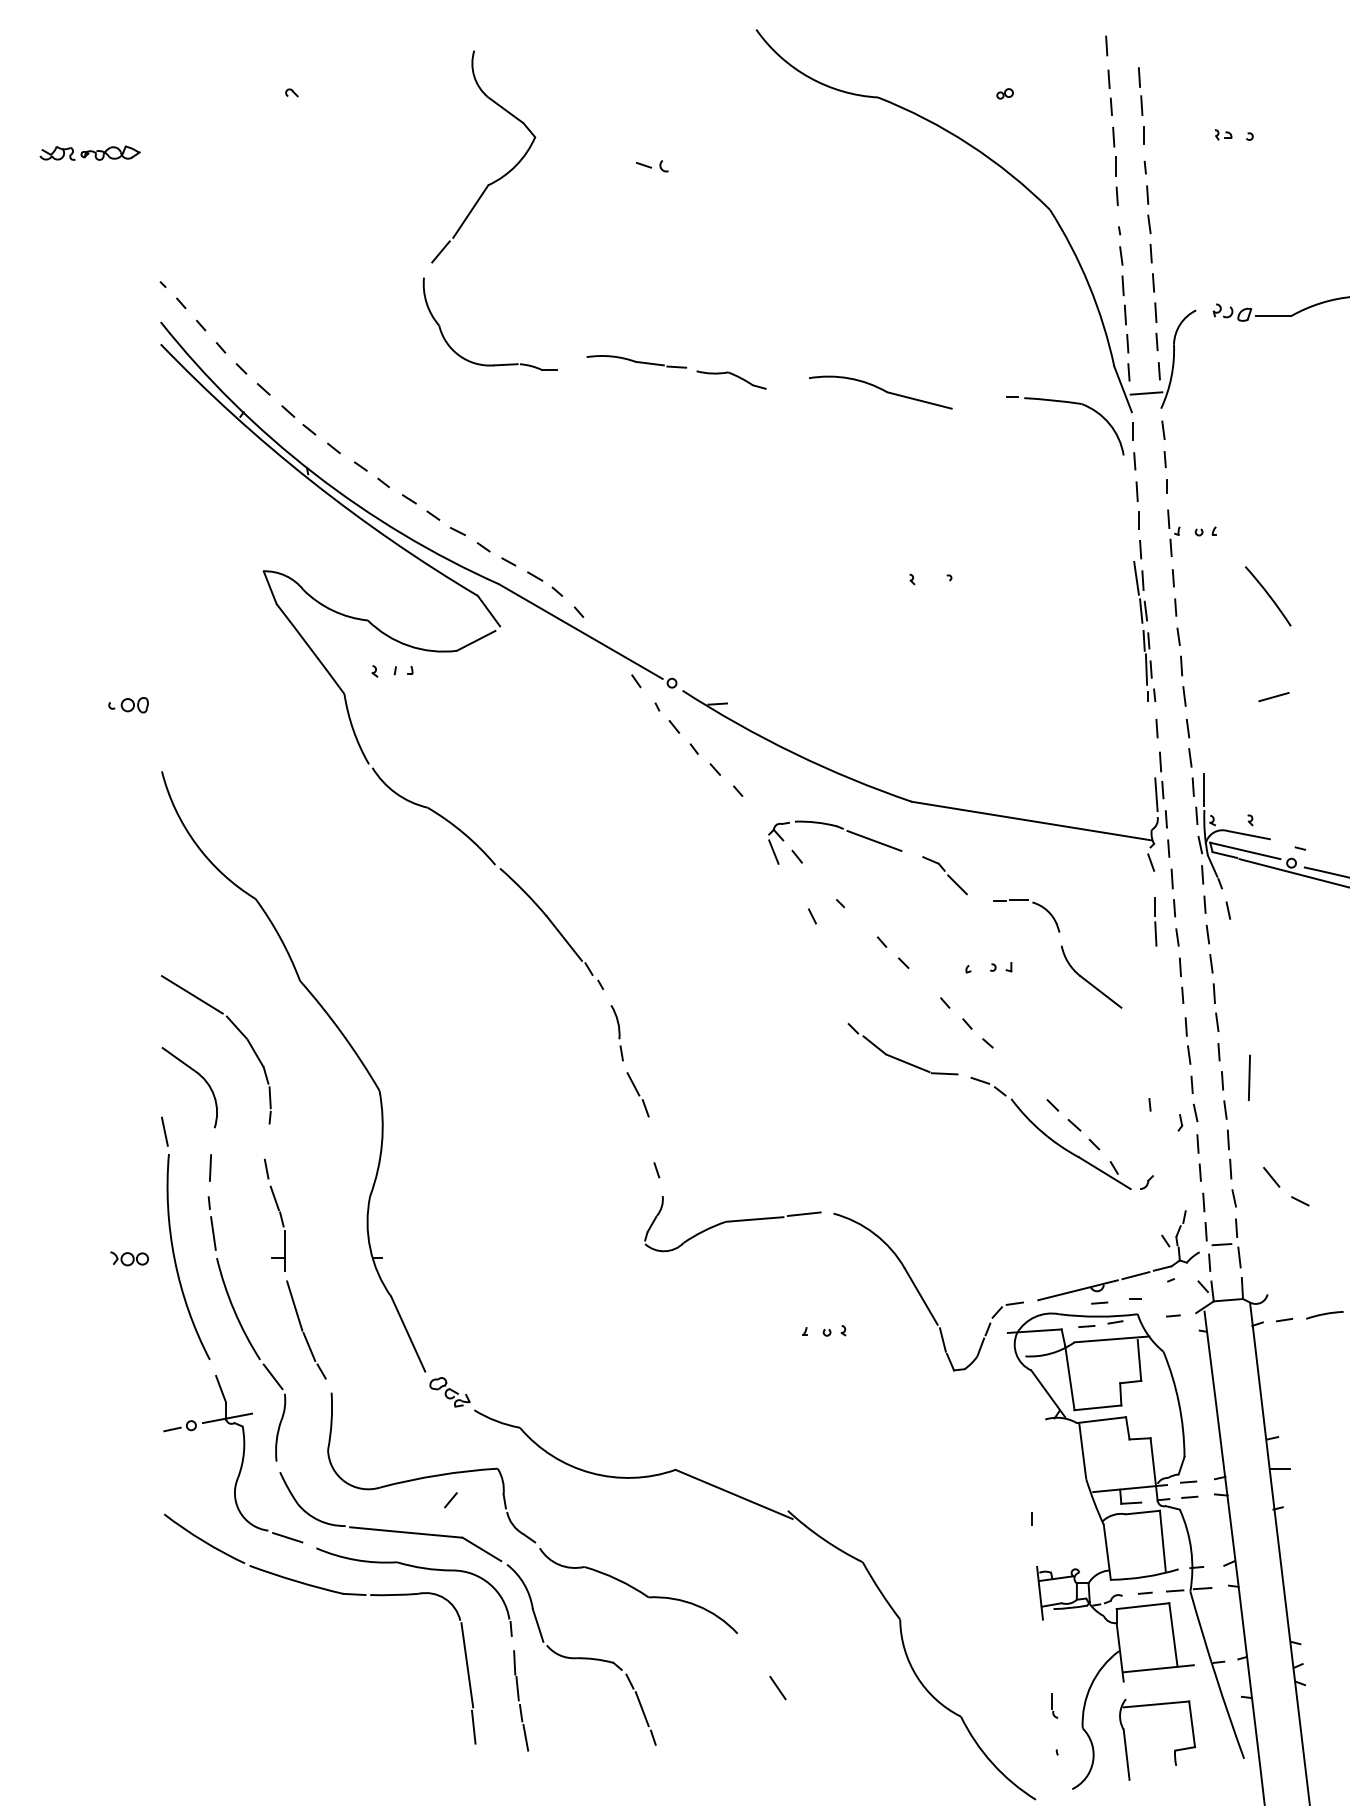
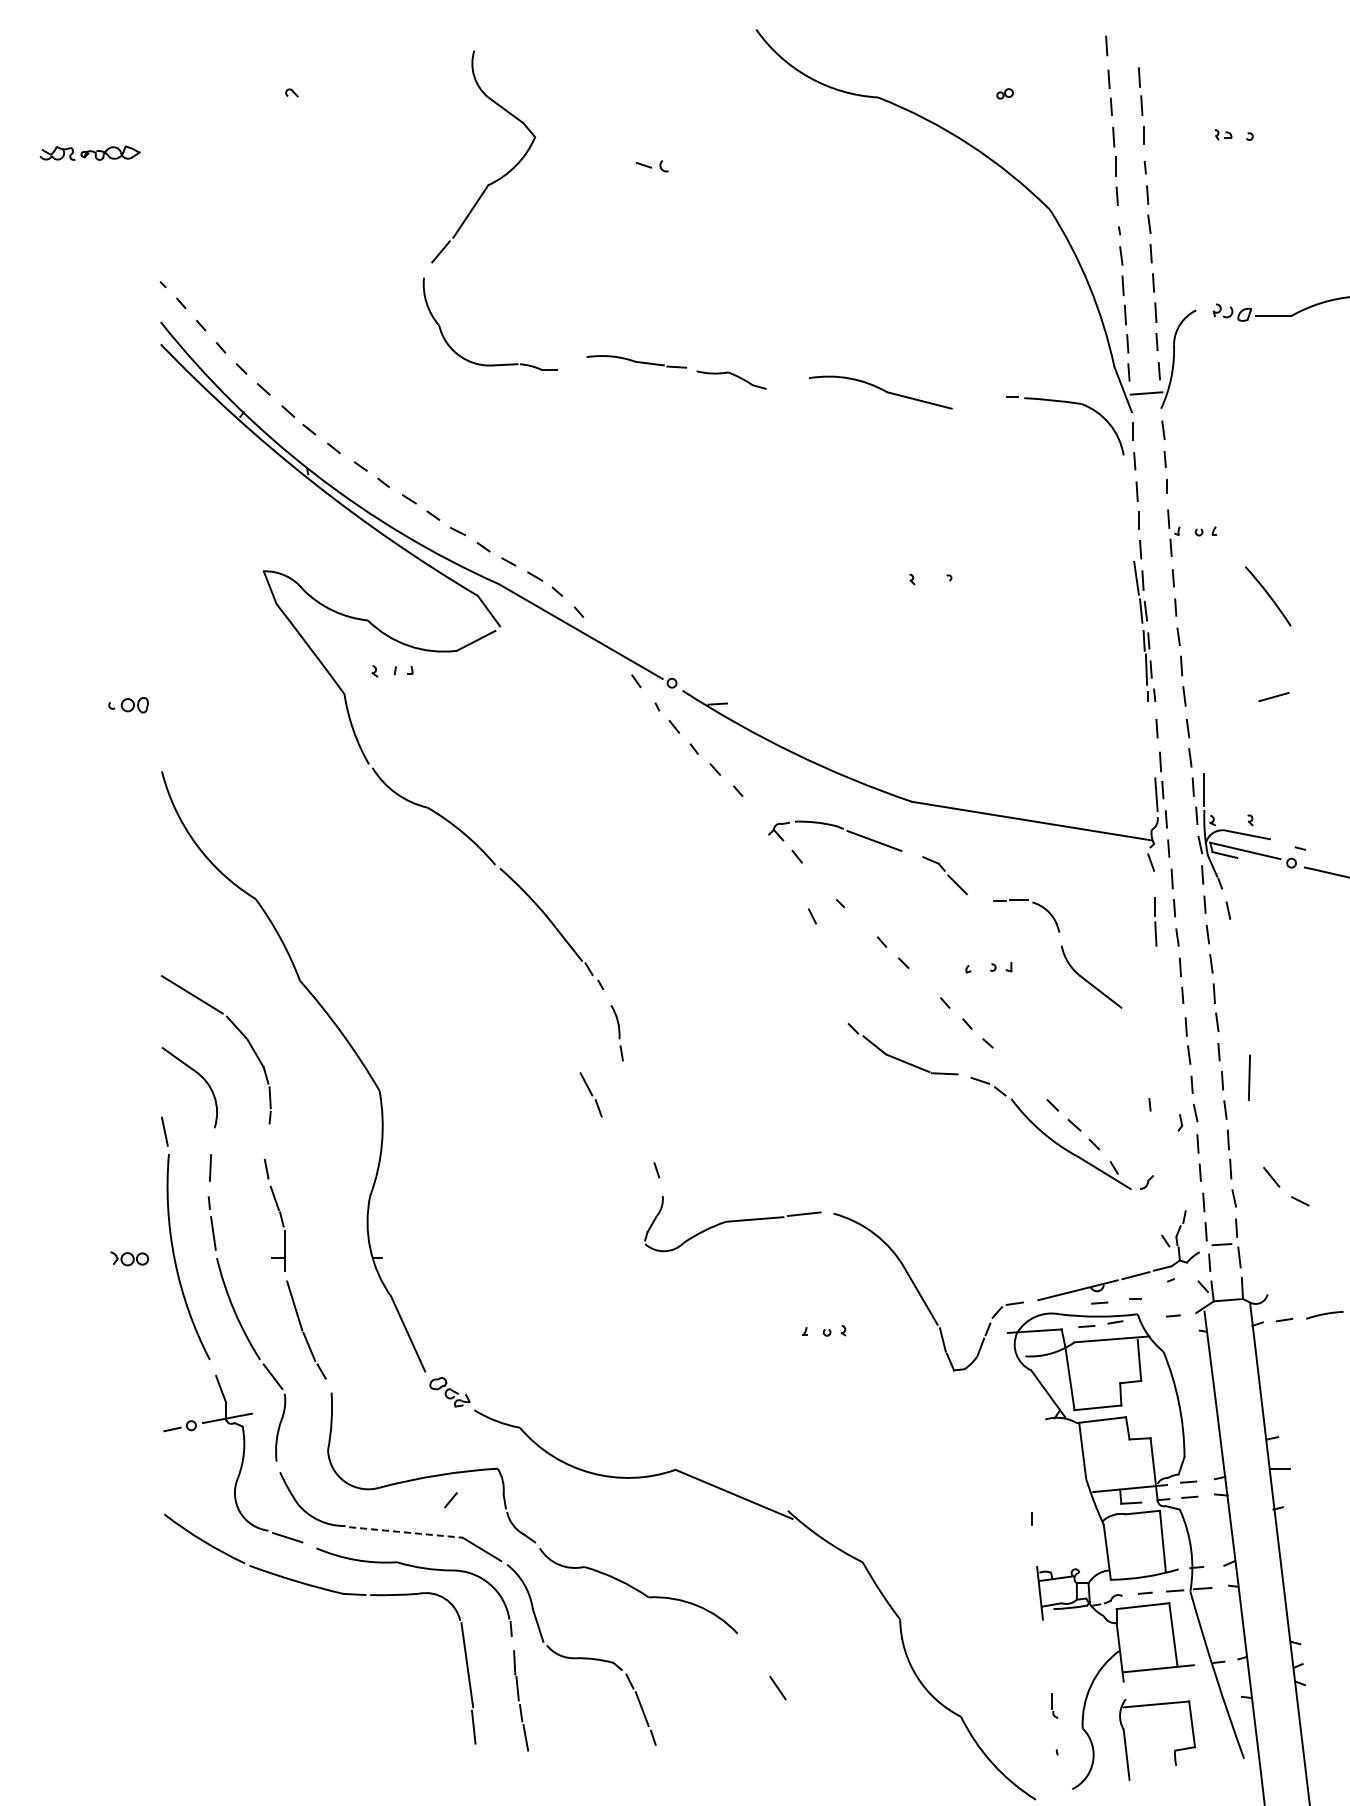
line at (773, 851): present -> none
line at (1292, 872): present -> none
part at (637, 1094) position: (637, 1094) -> (590, 1094)
arc at (405, 1532): solid -> dashed
